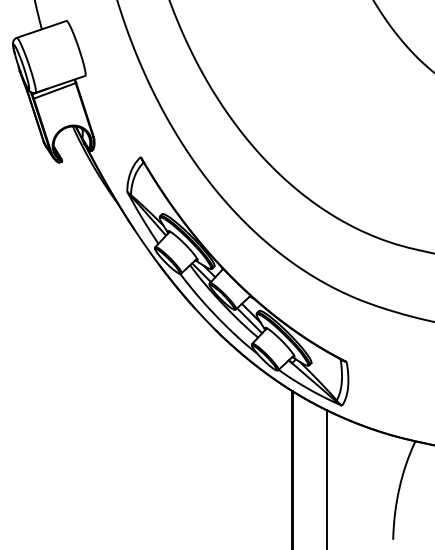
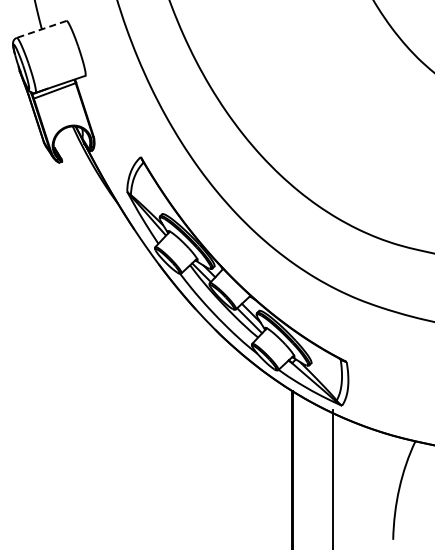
line at (41, 29): solid -> dashed
line at (326, 478) position: (326, 478) -> (332, 478)
